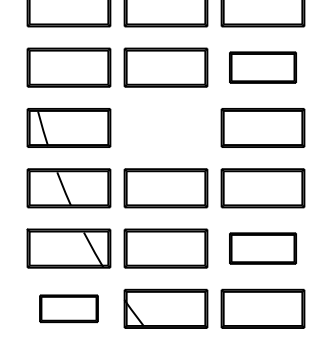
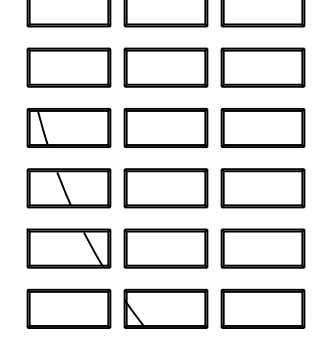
part at (262, 67) size: 68x33 px -> 86x41 px
part at (165, 127): none -> present
part at (262, 248) size: 68x33 px -> 86x41 px
part at (68, 308) size: 60x30 px -> 86x41 px
